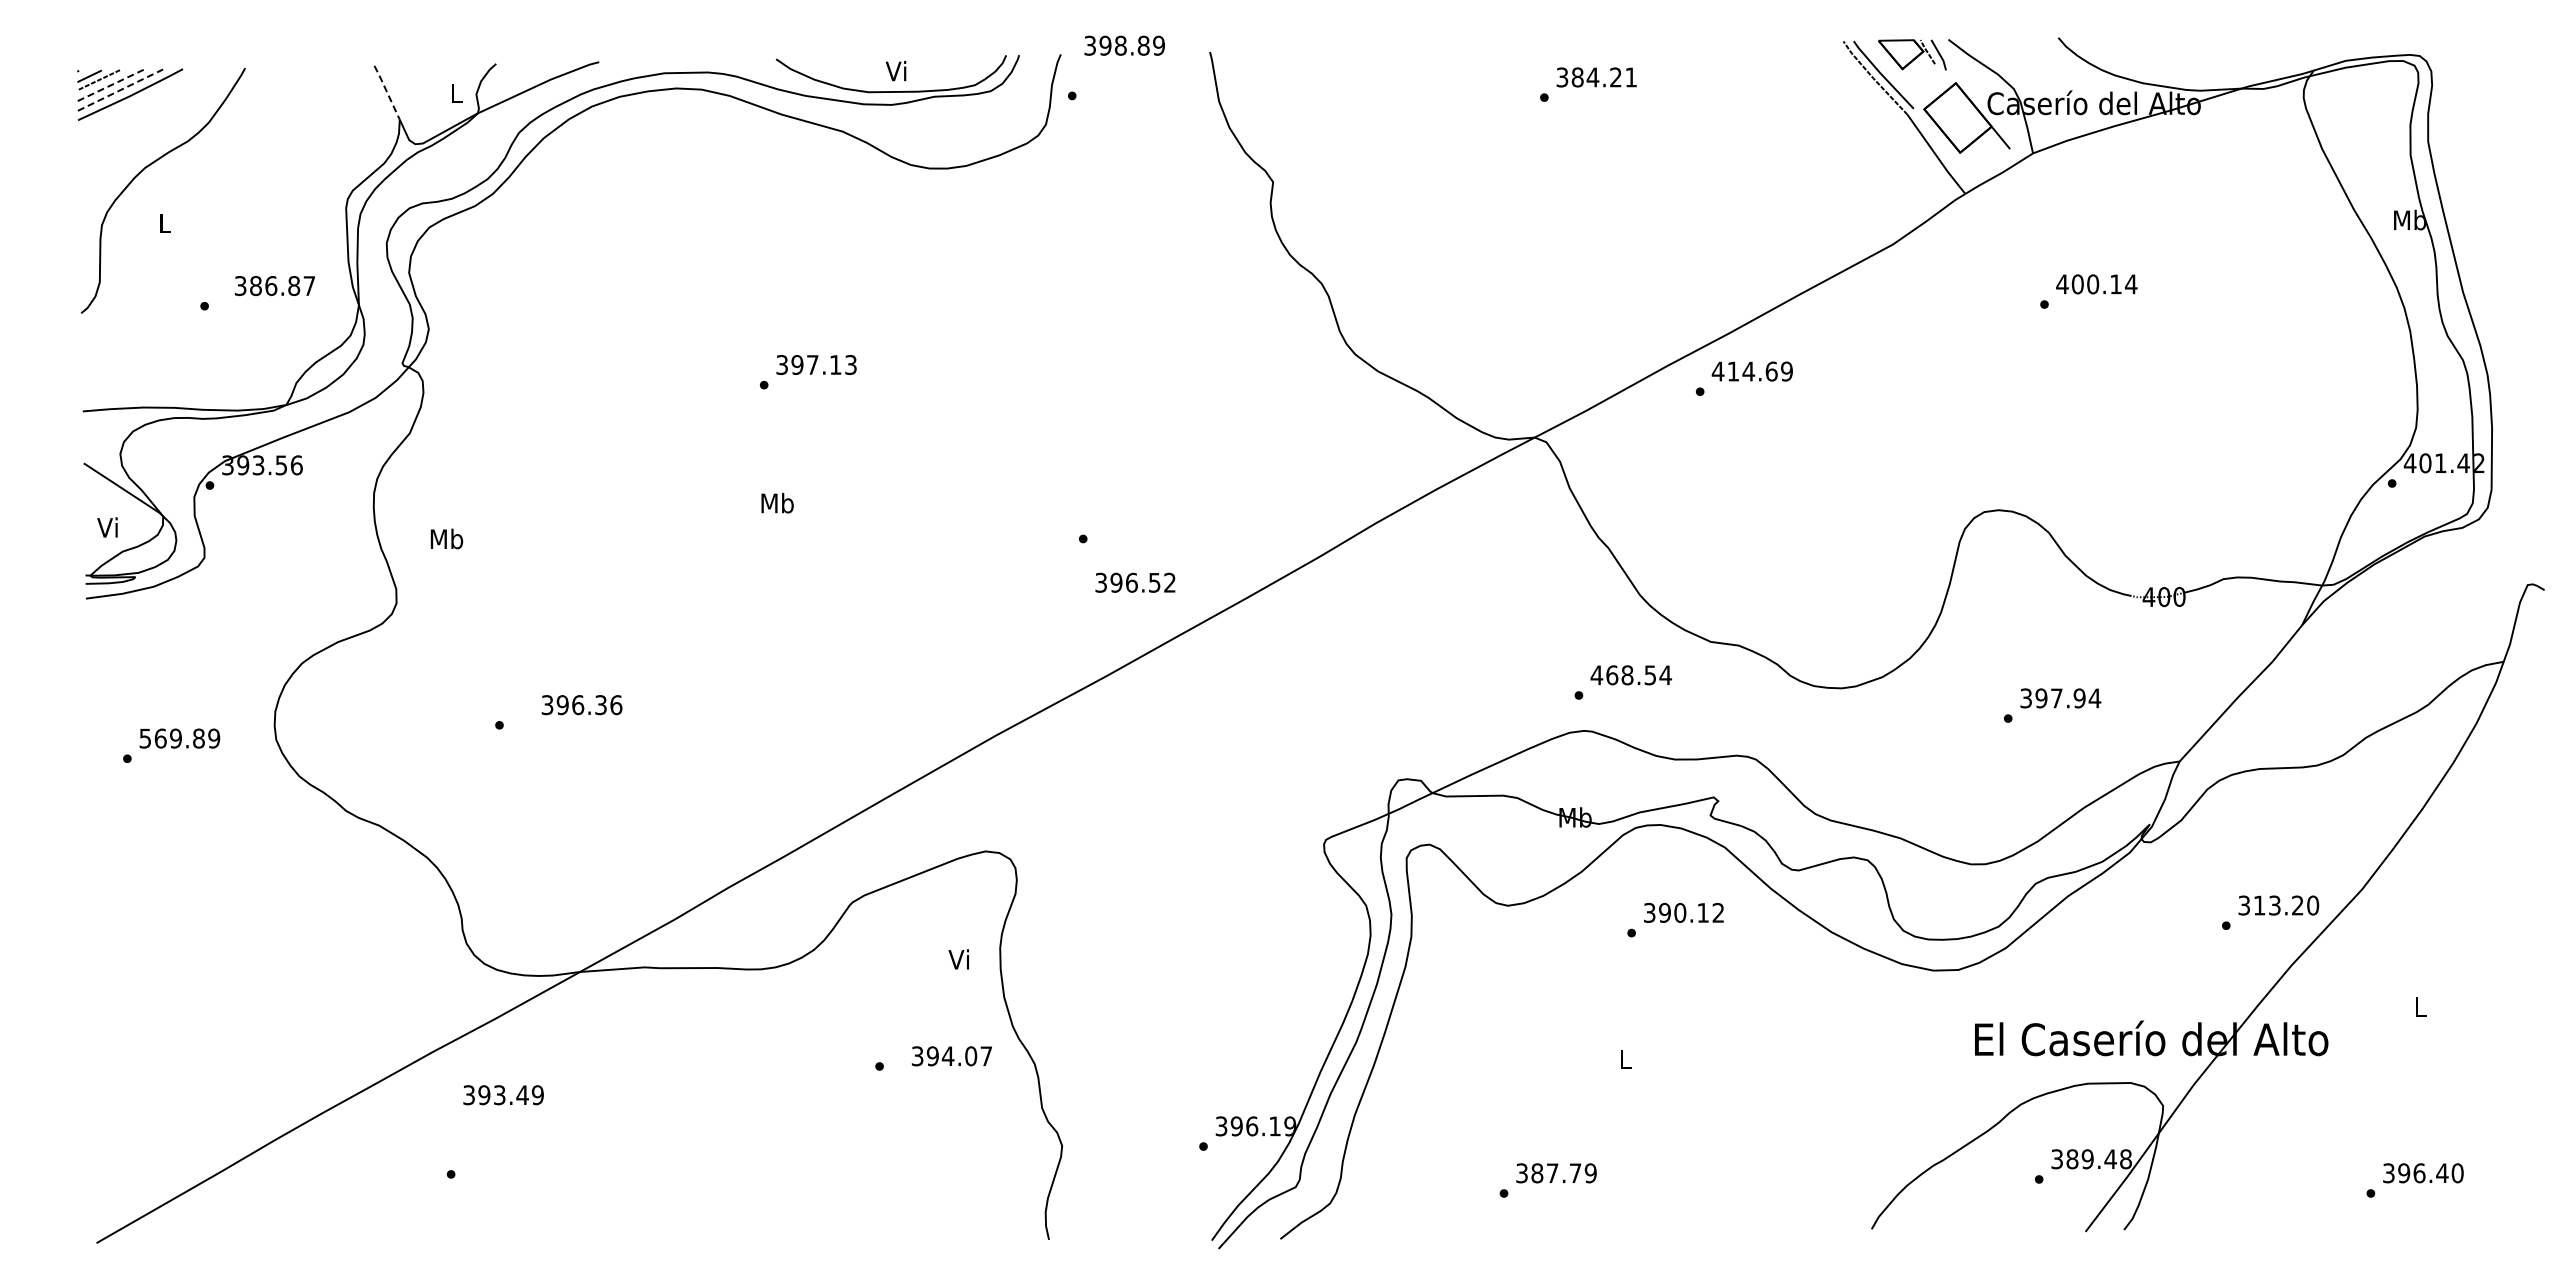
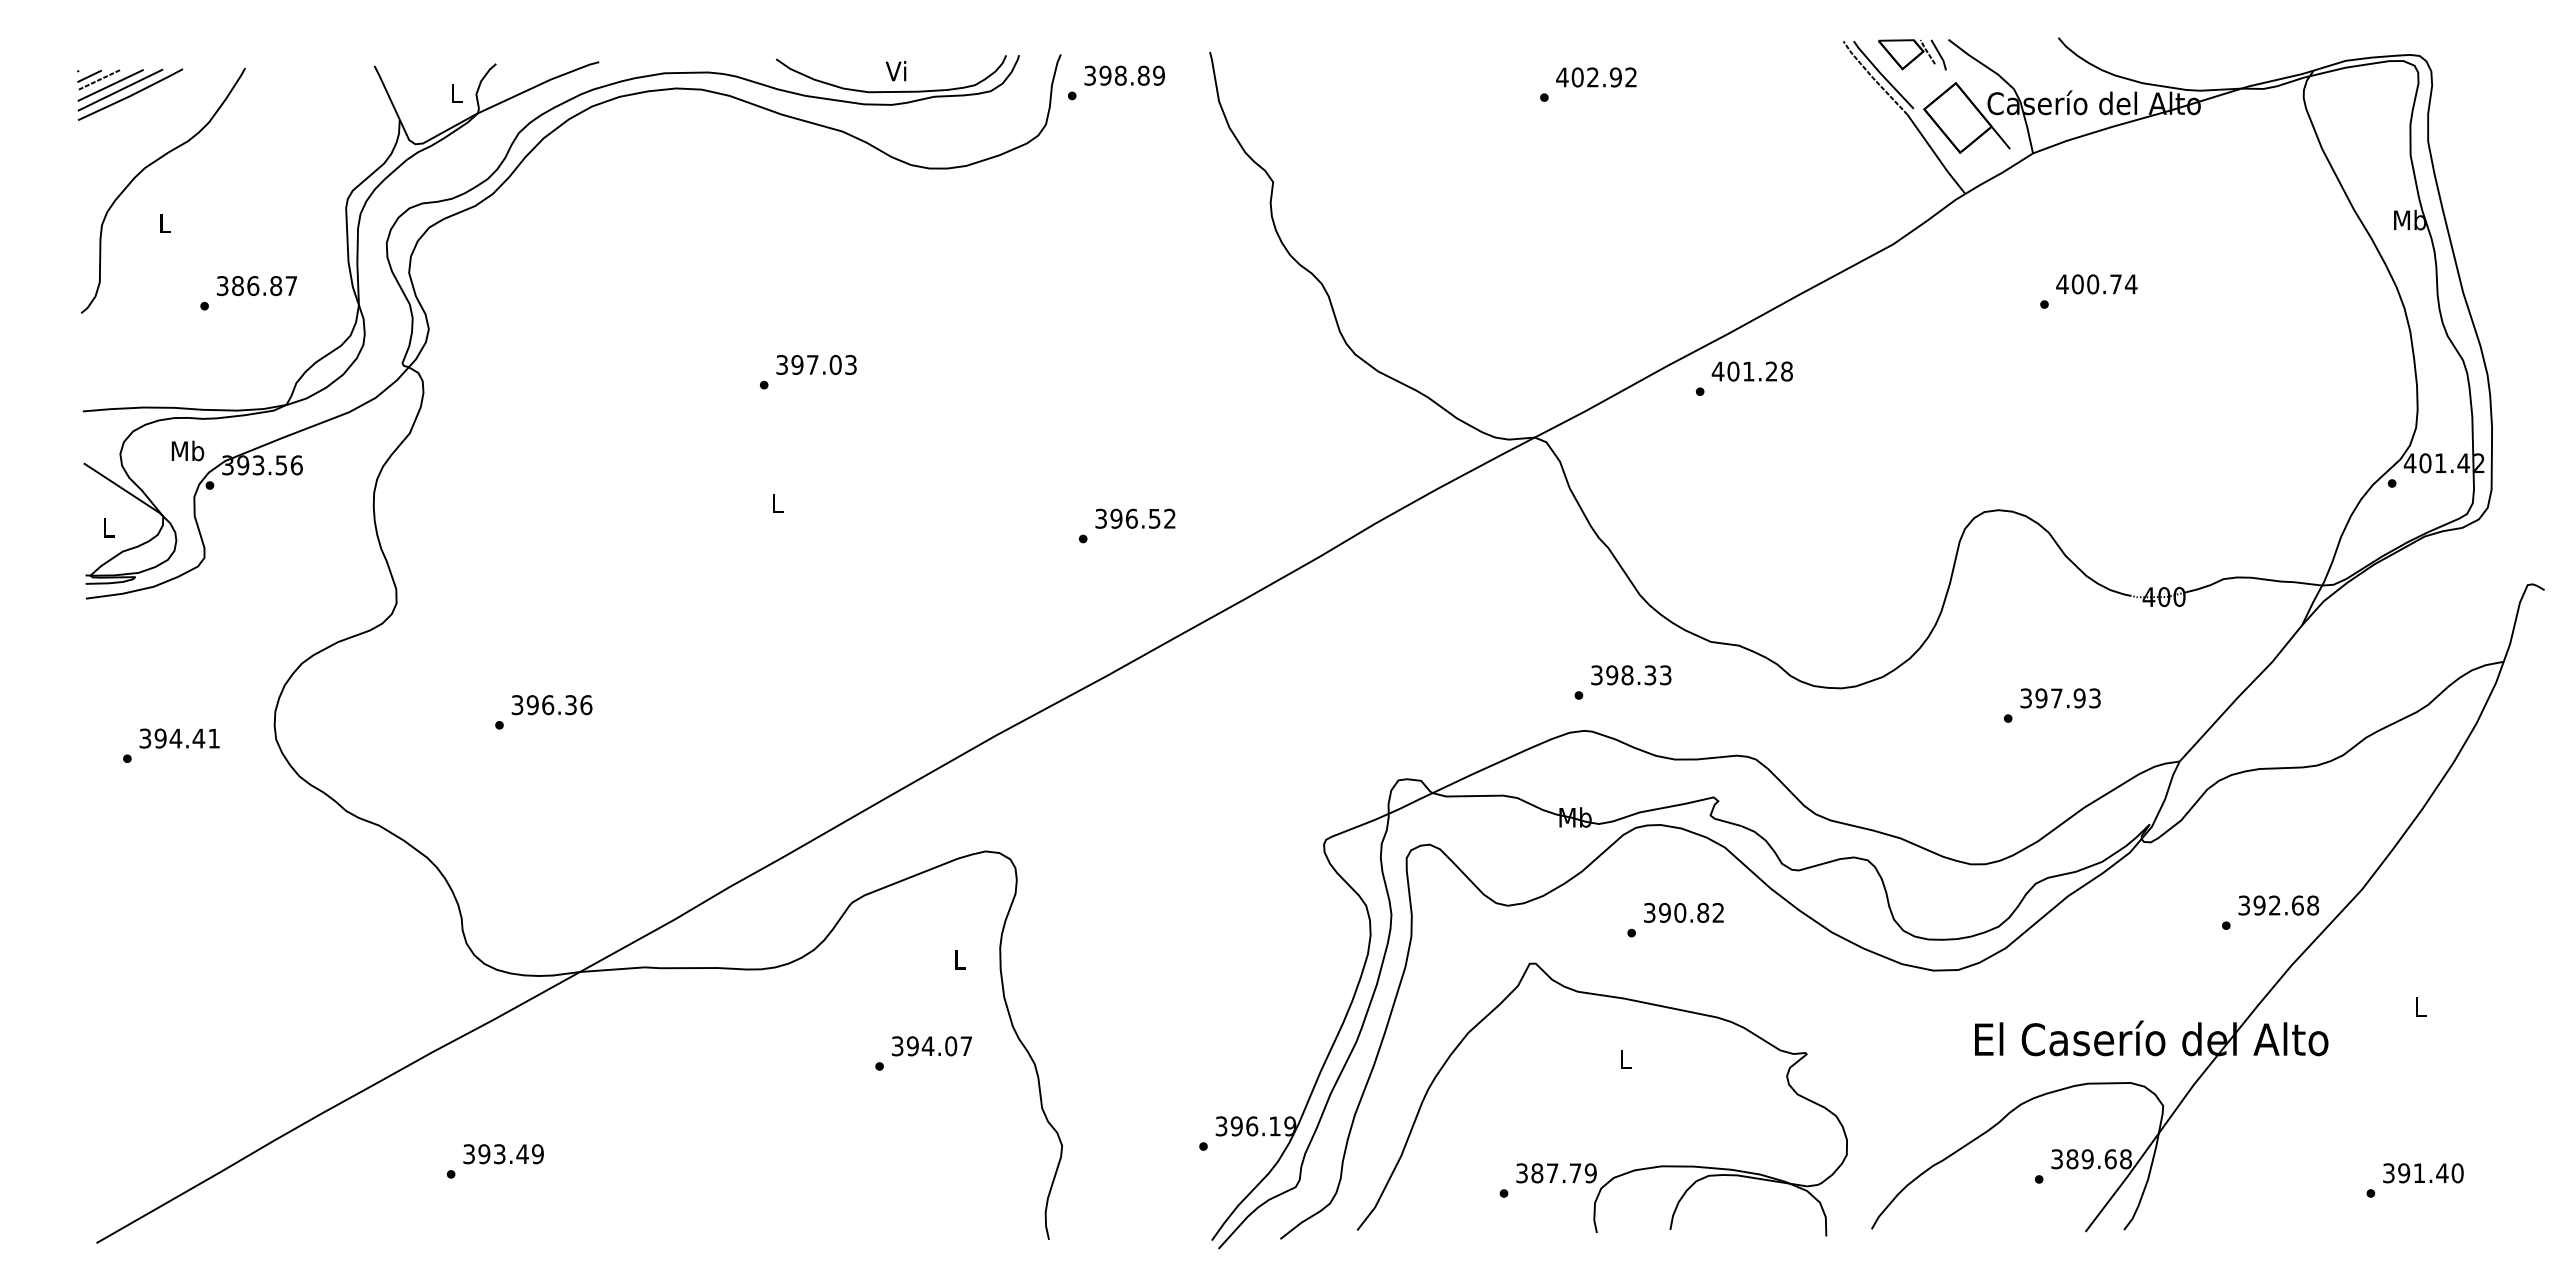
text at (1124, 45) position: (1124, 45) -> (1124, 75)
text at (1596, 77): 384.21 -> 402.92
line at (110, 85): dashed -> solid
line at (120, 89): dashed -> solid
line at (387, 92): dashed -> solid
text at (2115, 284): 400.14 -> 400.74
text at (274, 286) position: (274, 286) -> (256, 286)
text at (835, 364): 397.13 -> 397.03
text at (1759, 371): 414.69 -> 401.28
text at (777, 502): Mb -> L
text at (107, 527): Vi -> L
text at (446, 538) position: (446, 538) -> (187, 450)
text at (1135, 582) position: (1135, 582) -> (1135, 518)
text at (1631, 675): 468.54 -> 398.33
text at (2094, 698): 397.94 -> 397.93
text at (581, 705) position: (581, 705) -> (551, 705)
text at (180, 738): 569.89 -> 394.41
text at (2286, 905): 313.20 -> 392.68
text at (1703, 912): 390.12 -> 390.82
text at (958, 959): Vi -> L
text at (951, 1056) position: (951, 1056) -> (931, 1046)
text at (503, 1095) position: (503, 1095) -> (503, 1154)
text at (2110, 1159): 389.48 -> 389.68
part at (1630, 1170): none -> present
text at (2419, 1173): 396.40 -> 391.40
